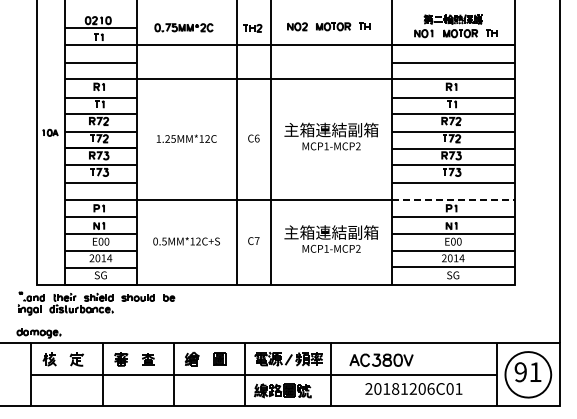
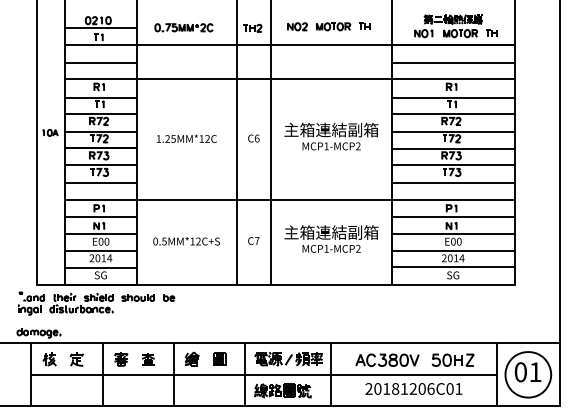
line at (453, 199): dashed -> solid
part at (381, 359) position: (381, 359) -> (387, 359)
part at (452, 359): none -> present
text at (520, 372): 91 -> 01
